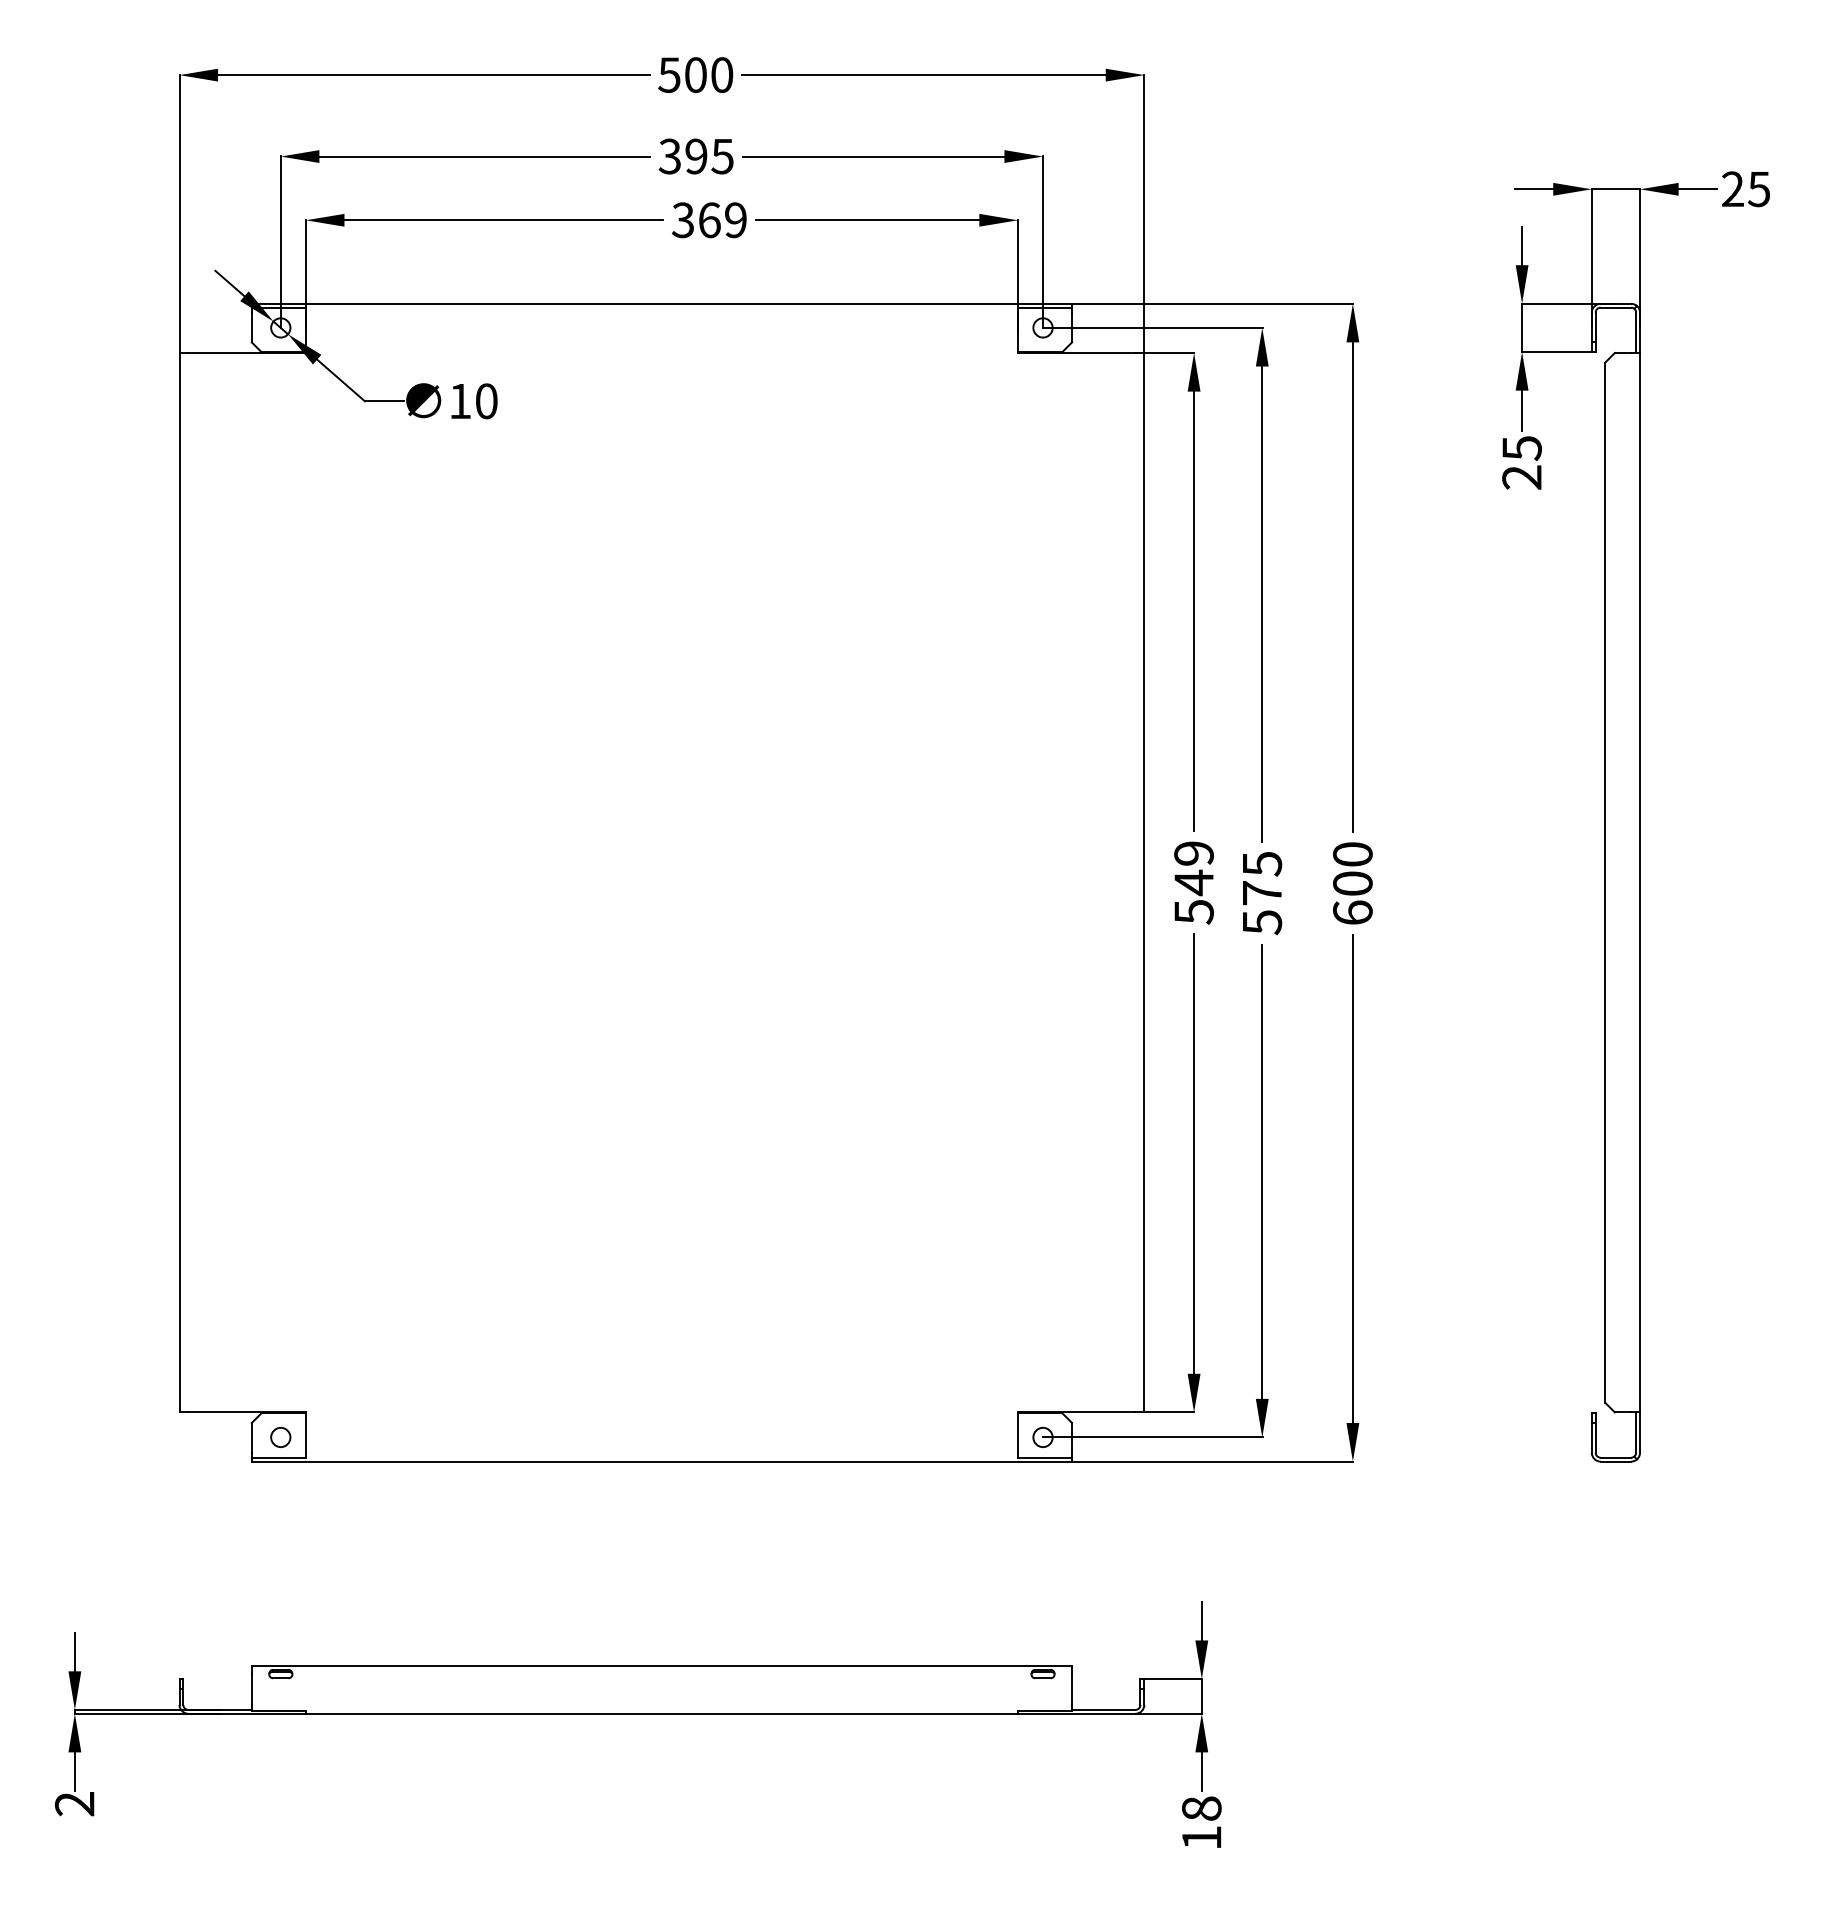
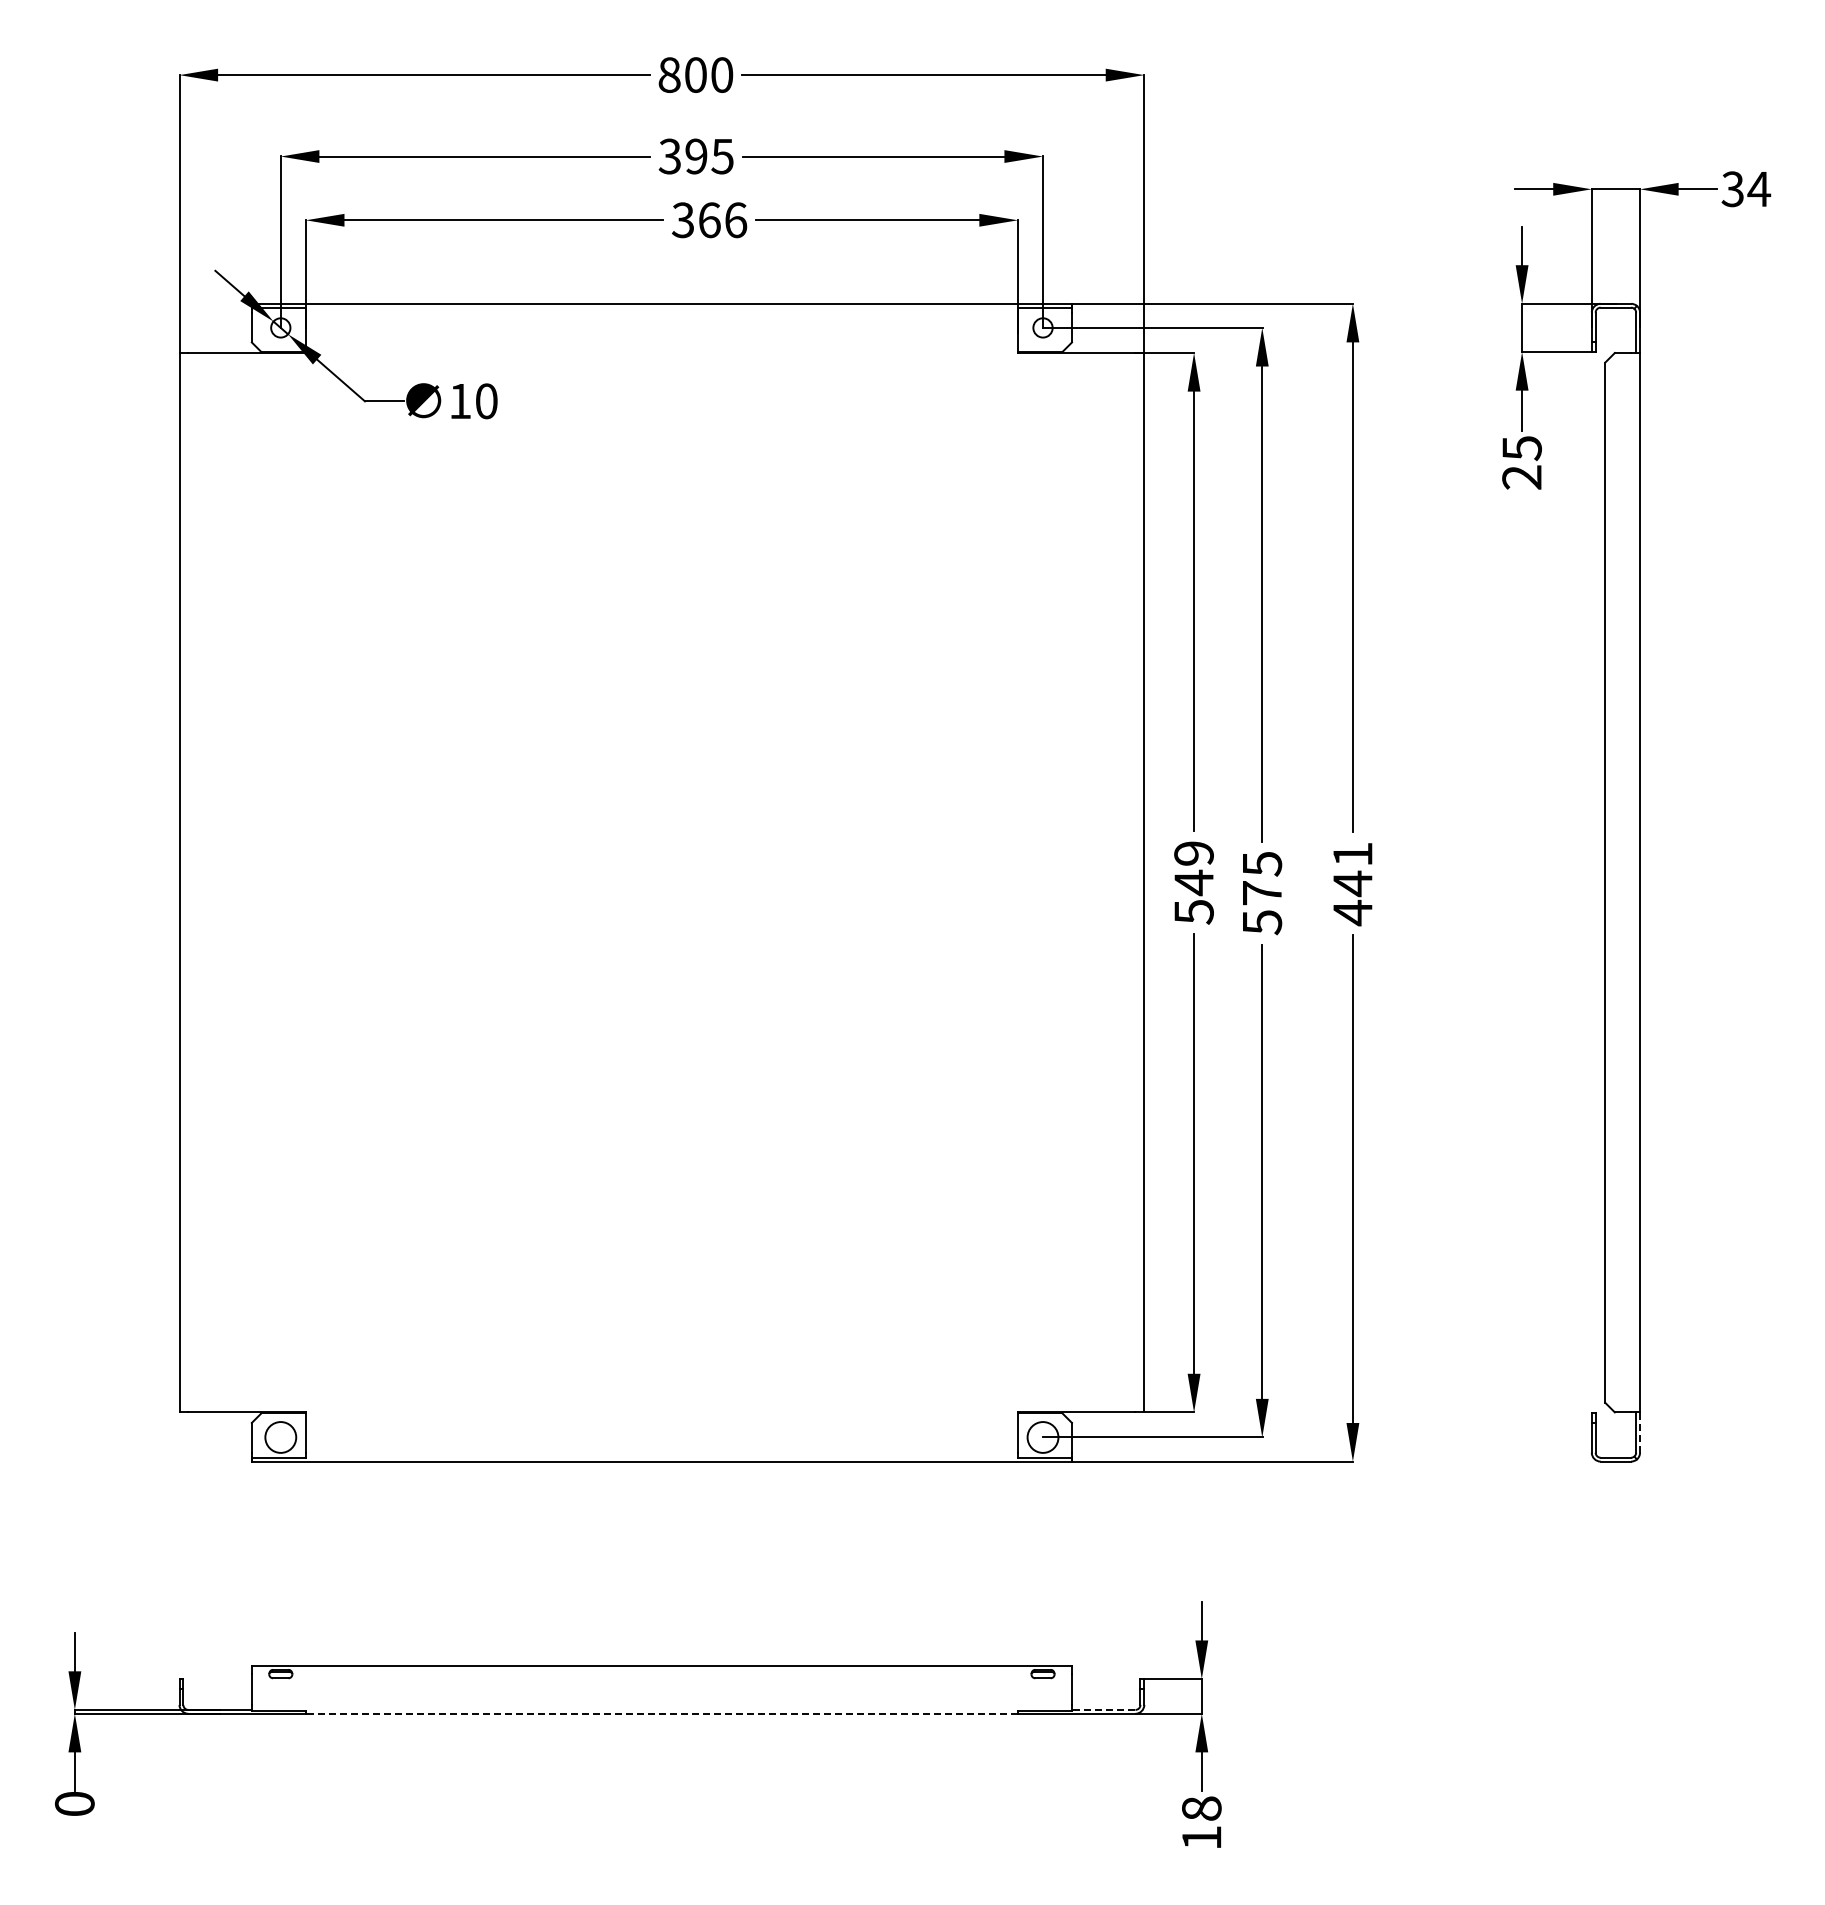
text at (669, 74): 500 -> 800
text at (1746, 189): 25 -> 34
text at (736, 220): 369 -> 366
text at (1352, 884): 600 -> 441
line at (1640, 1432): solid -> dashed
circle at (280, 1437) diameter: 19 px -> 31 px
circle at (1042, 1437) diameter: 19 px -> 31 px
line at (1103, 1709): solid -> dashed
line at (661, 1713): solid -> dashed
text at (74, 1804): 2 -> 0
